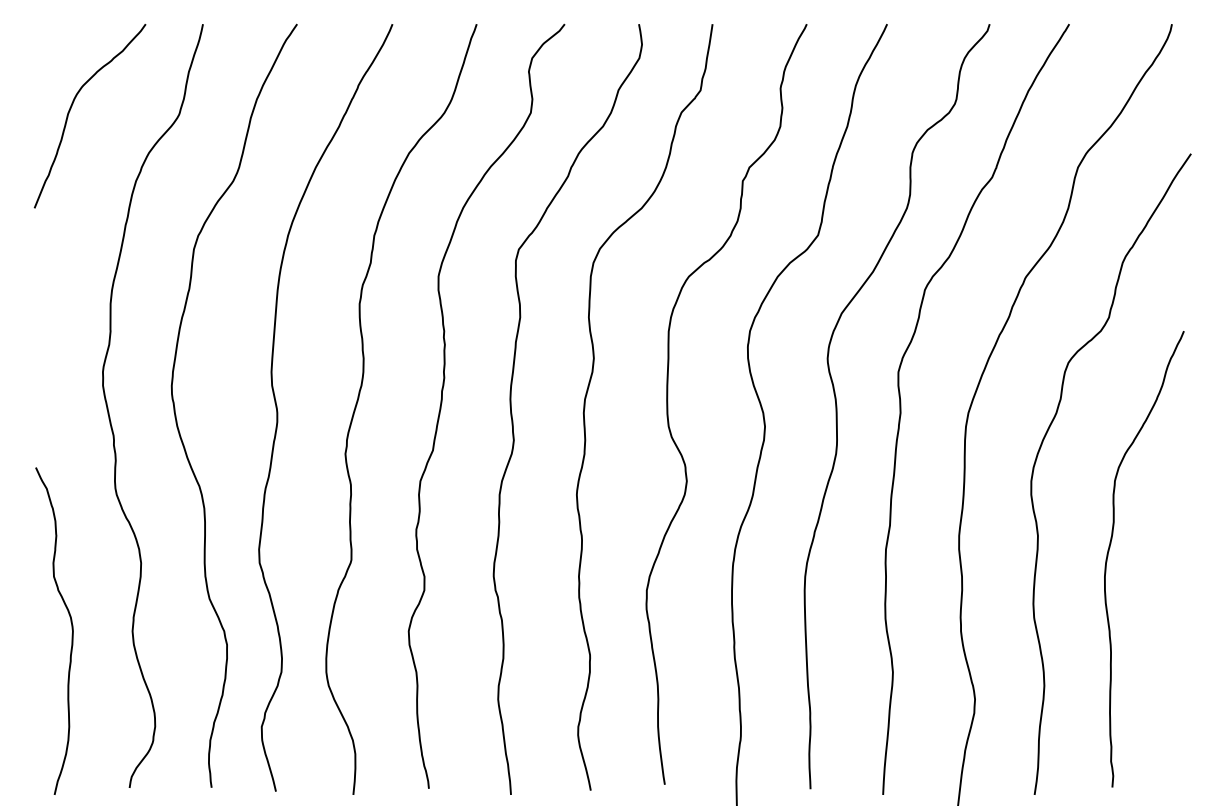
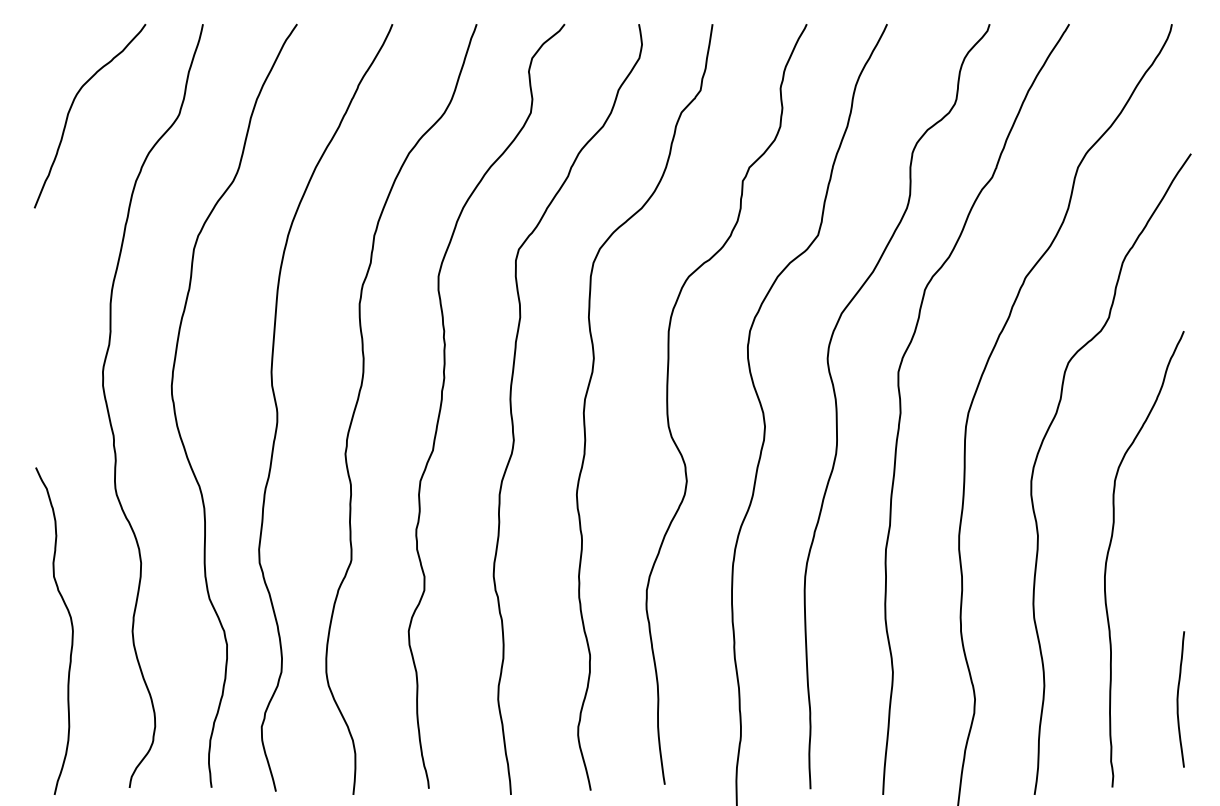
curve at (1178, 699): none -> present
